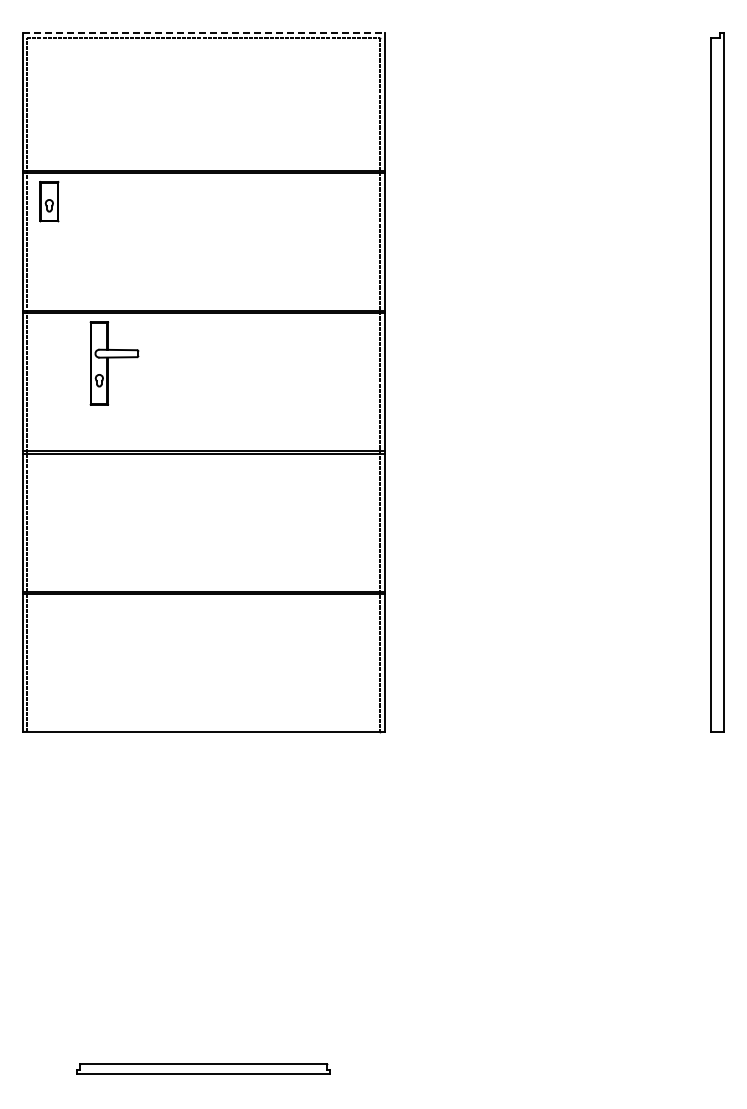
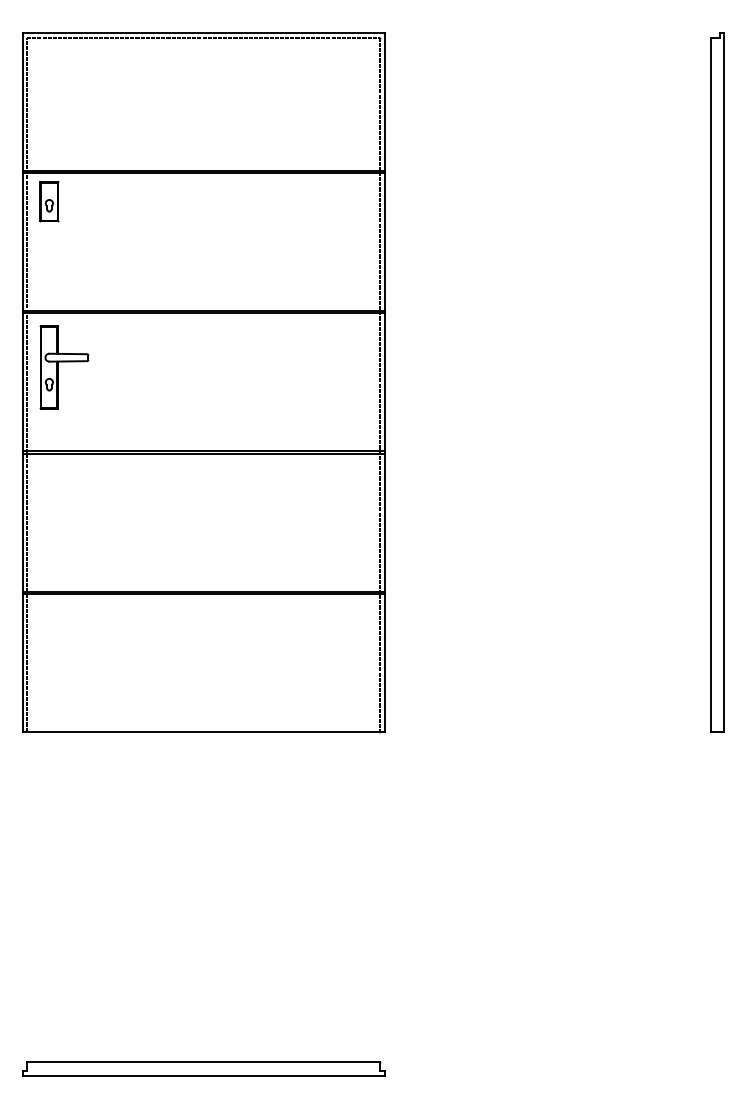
line at (203, 33): dashed -> solid
part at (114, 363) position: (114, 363) -> (64, 367)
part at (203, 1068) size: 255x12 px -> 364x16 px
